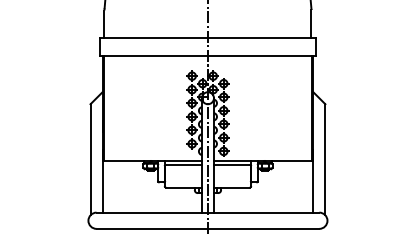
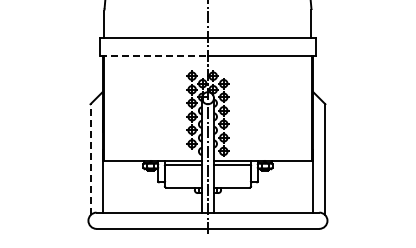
line at (154, 55): solid -> dashed
line at (90, 159): solid -> dashed
